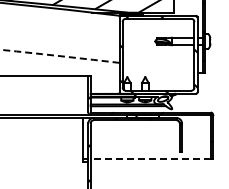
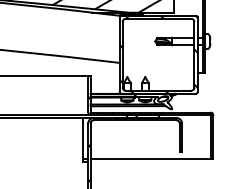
arc at (60, 56): dashed -> solid
line at (150, 159): dashed -> solid
